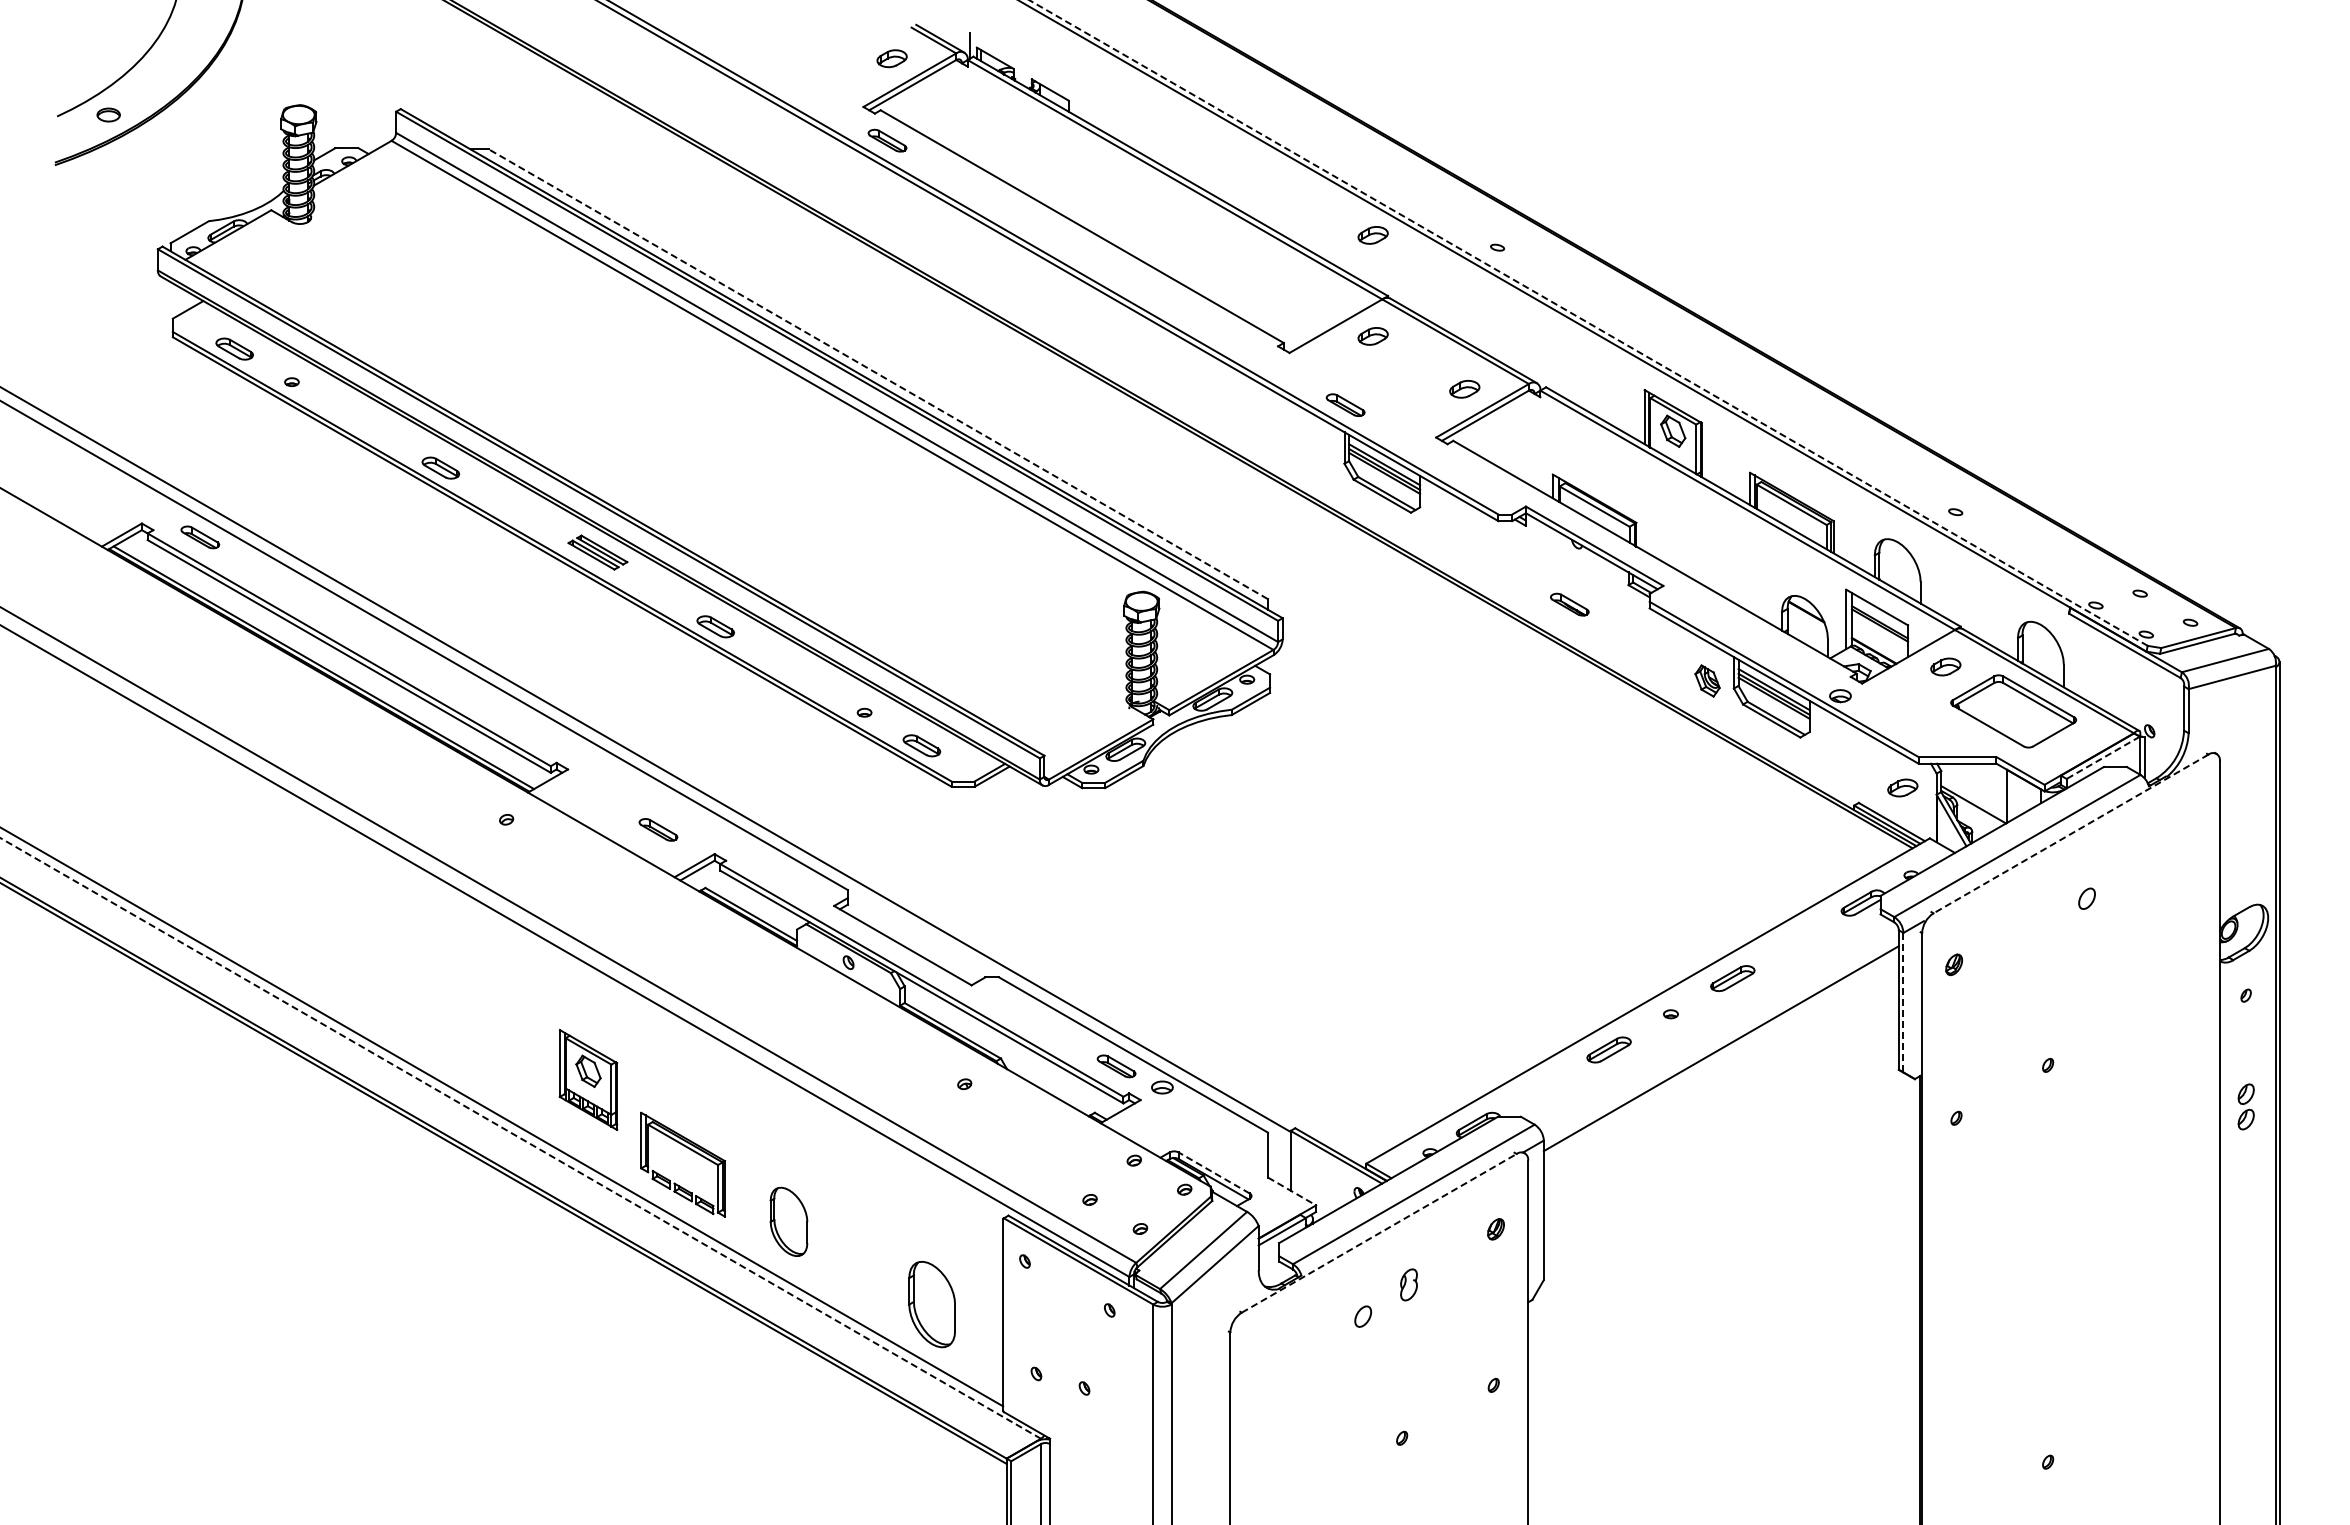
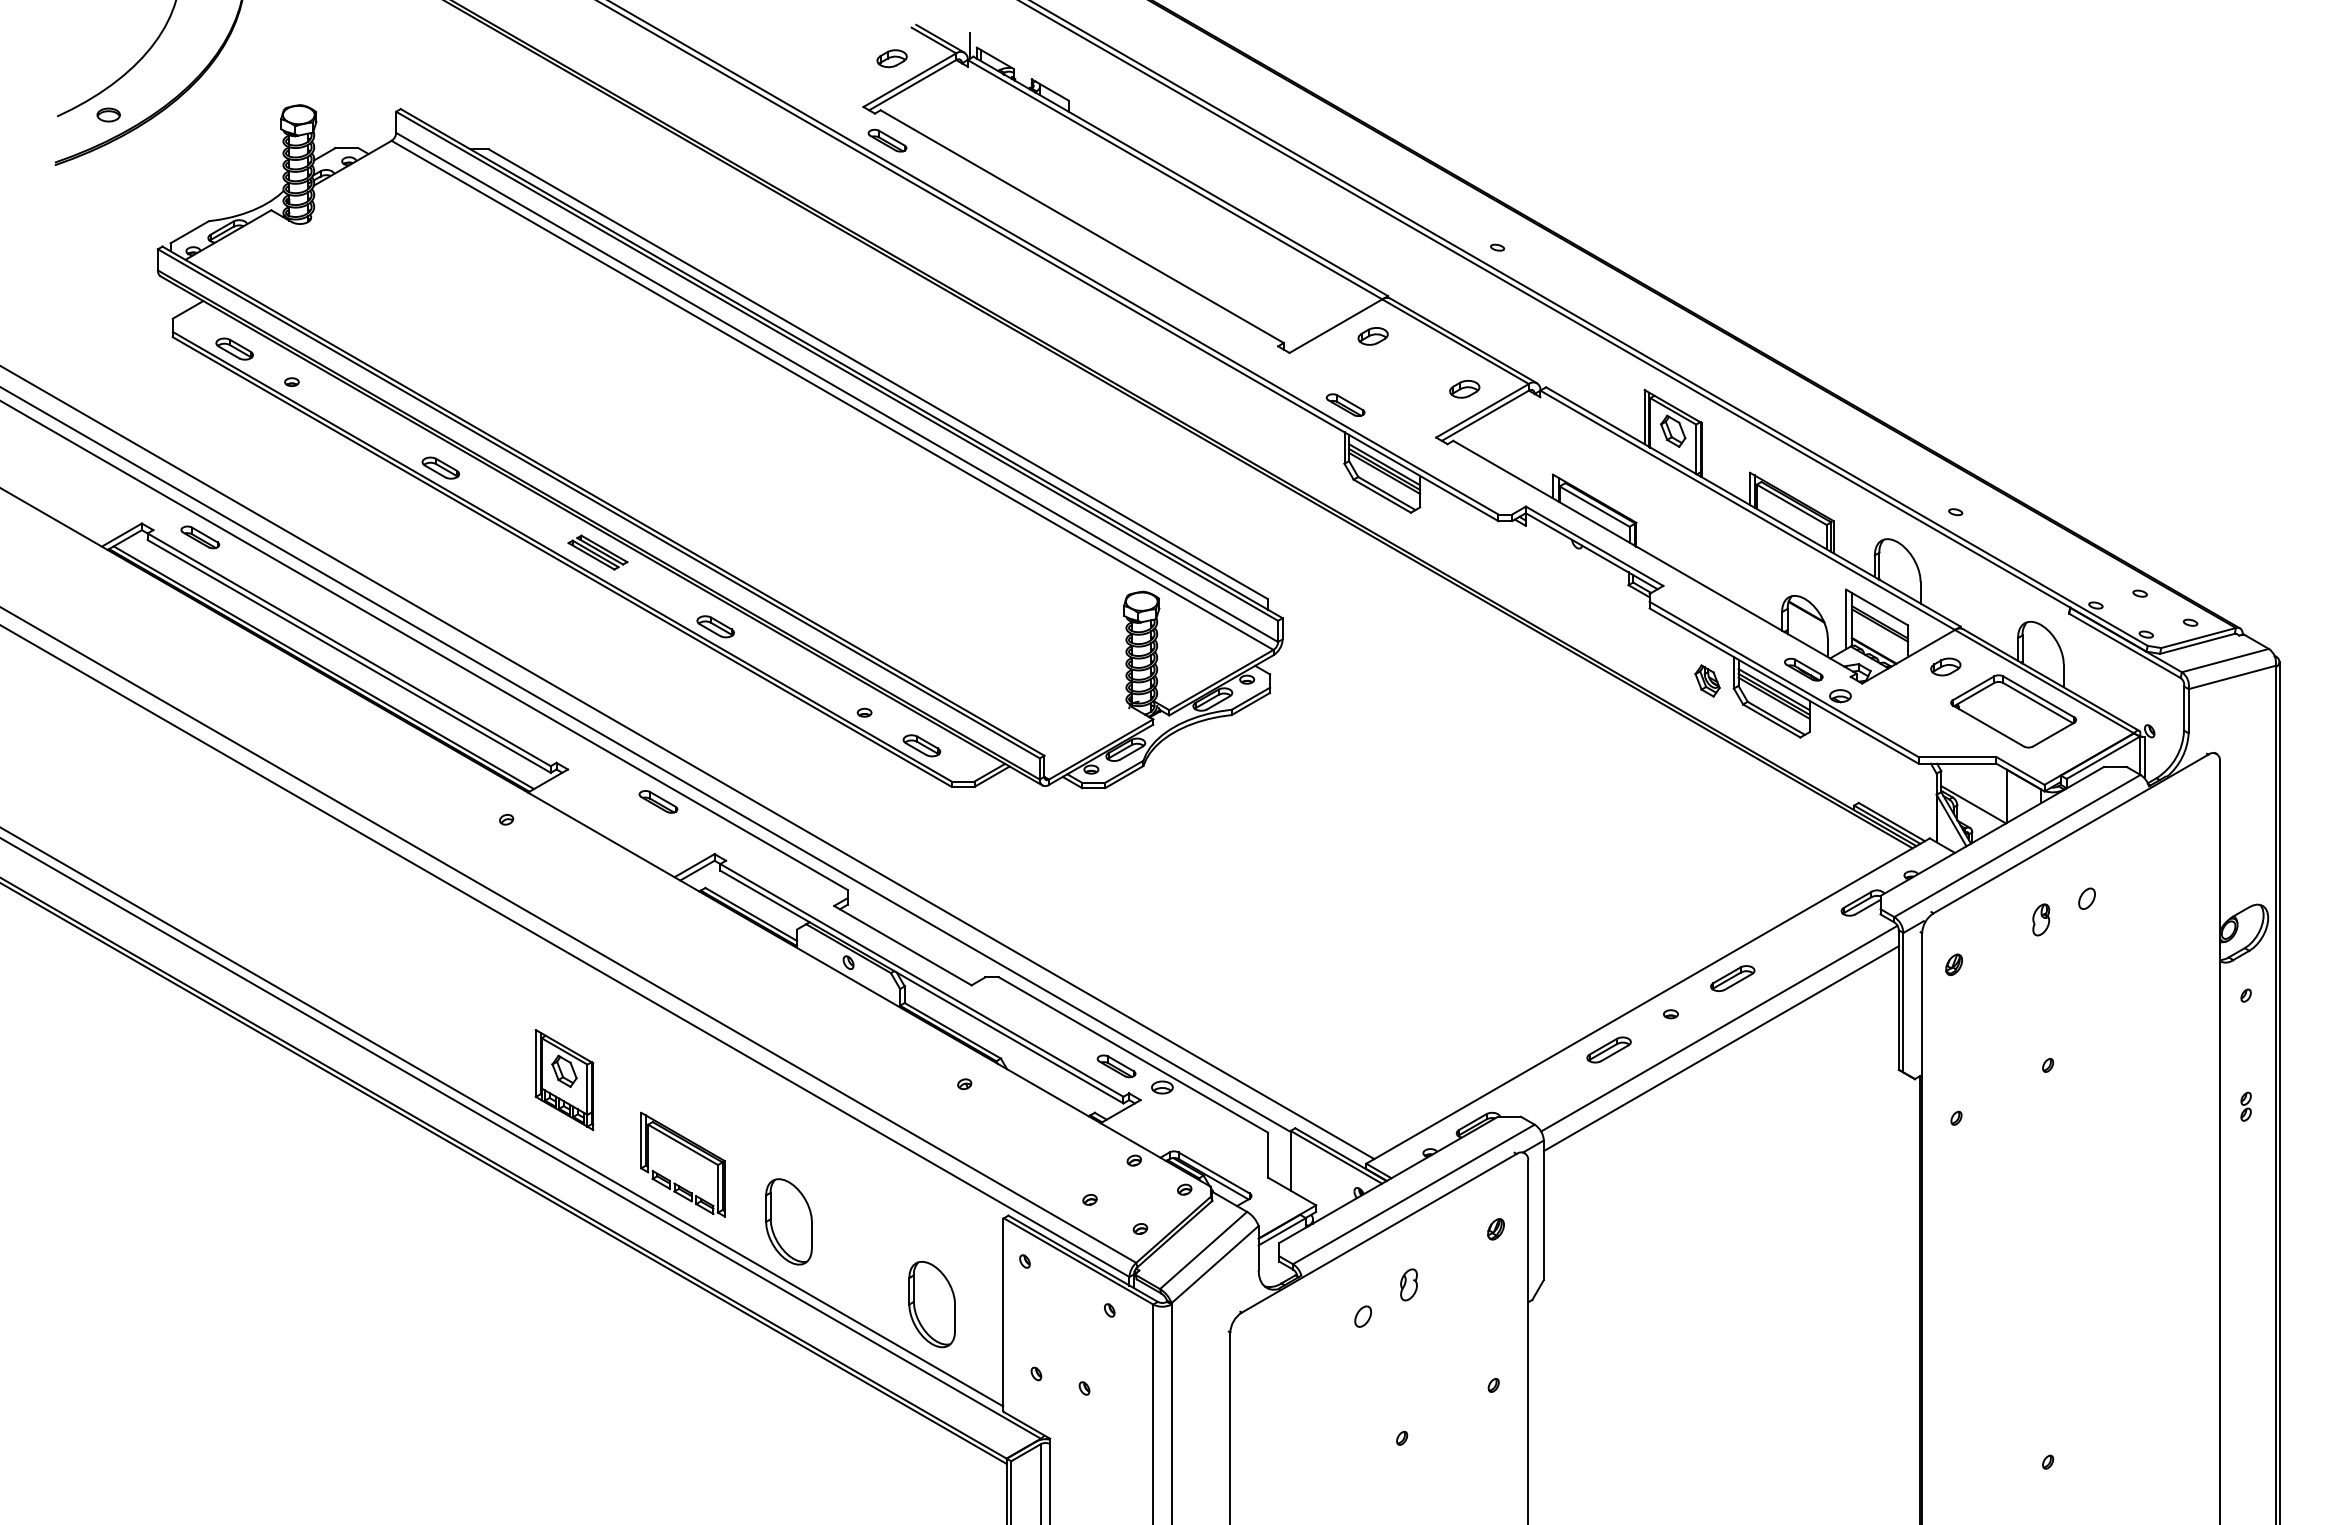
part at (1372, 235): present -> none
line at (1589, 323): dashed -> solid
line at (878, 374): dashed -> solid
part at (1569, 604) position: (1569, 604) -> (1803, 669)
line at (2102, 758): dashed -> solid
line at (688, 763): none -> present
part at (1902, 787): present -> none
part at (658, 829) position: (658, 829) -> (658, 801)
line at (2071, 833): dashed -> solid
part at (2041, 919): none -> present
line at (1903, 1002): dashed -> solid
line at (1719, 1028): none -> present
part at (588, 1080) position: (588, 1080) -> (564, 1080)
part at (2245, 1106) size: 18x48 px -> 12x31 px
line at (520, 1138): dashed -> solid
line at (1214, 1172): dashed -> solid
line at (1292, 1191): dashed -> solid
part at (788, 1221) size: 40x71 px -> 48x88 px
line at (1379, 1233): dashed -> solid
